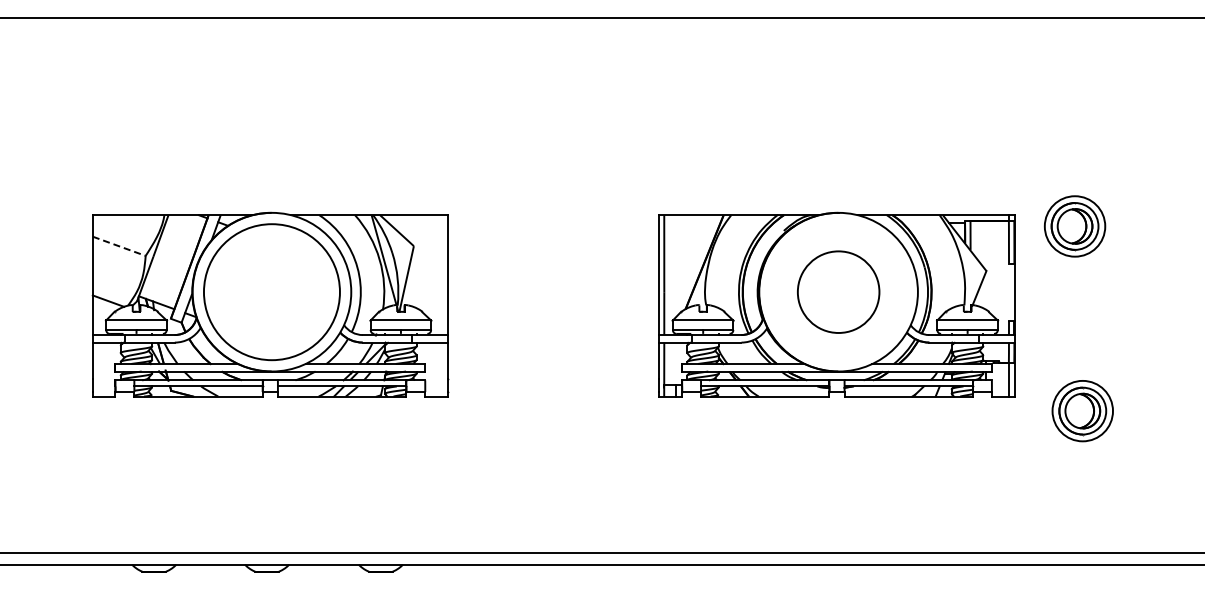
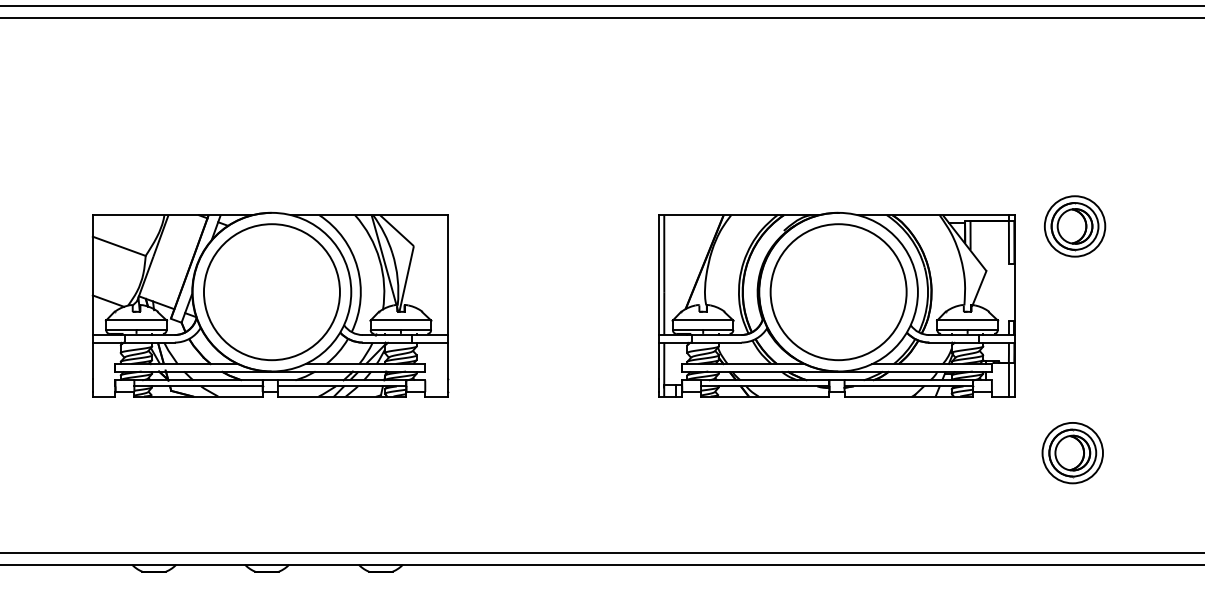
line at (601, 5): none -> present
line at (119, 246): dashed -> solid
circle at (838, 291) diameter: 82 px -> 136 px
part at (1082, 411) position: (1082, 411) -> (1072, 453)
